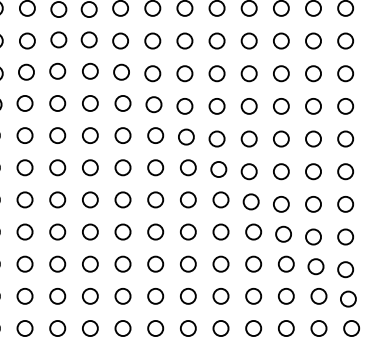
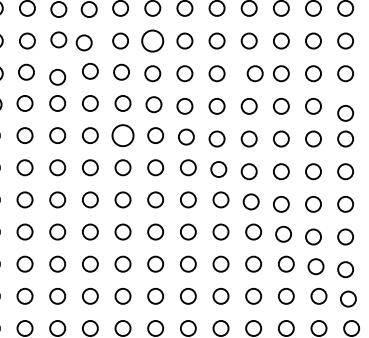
circle at (88, 39) position: (88, 39) -> (83, 42)
circle at (152, 40) size: 18x18 px -> 24x24 px
circle at (57, 70) position: (57, 70) -> (57, 76)
circle at (248, 73) position: (248, 73) -> (254, 73)
circle at (345, 106) position: (345, 106) -> (345, 113)
circle at (122, 135) size: 18x17 px -> 24x24 px
